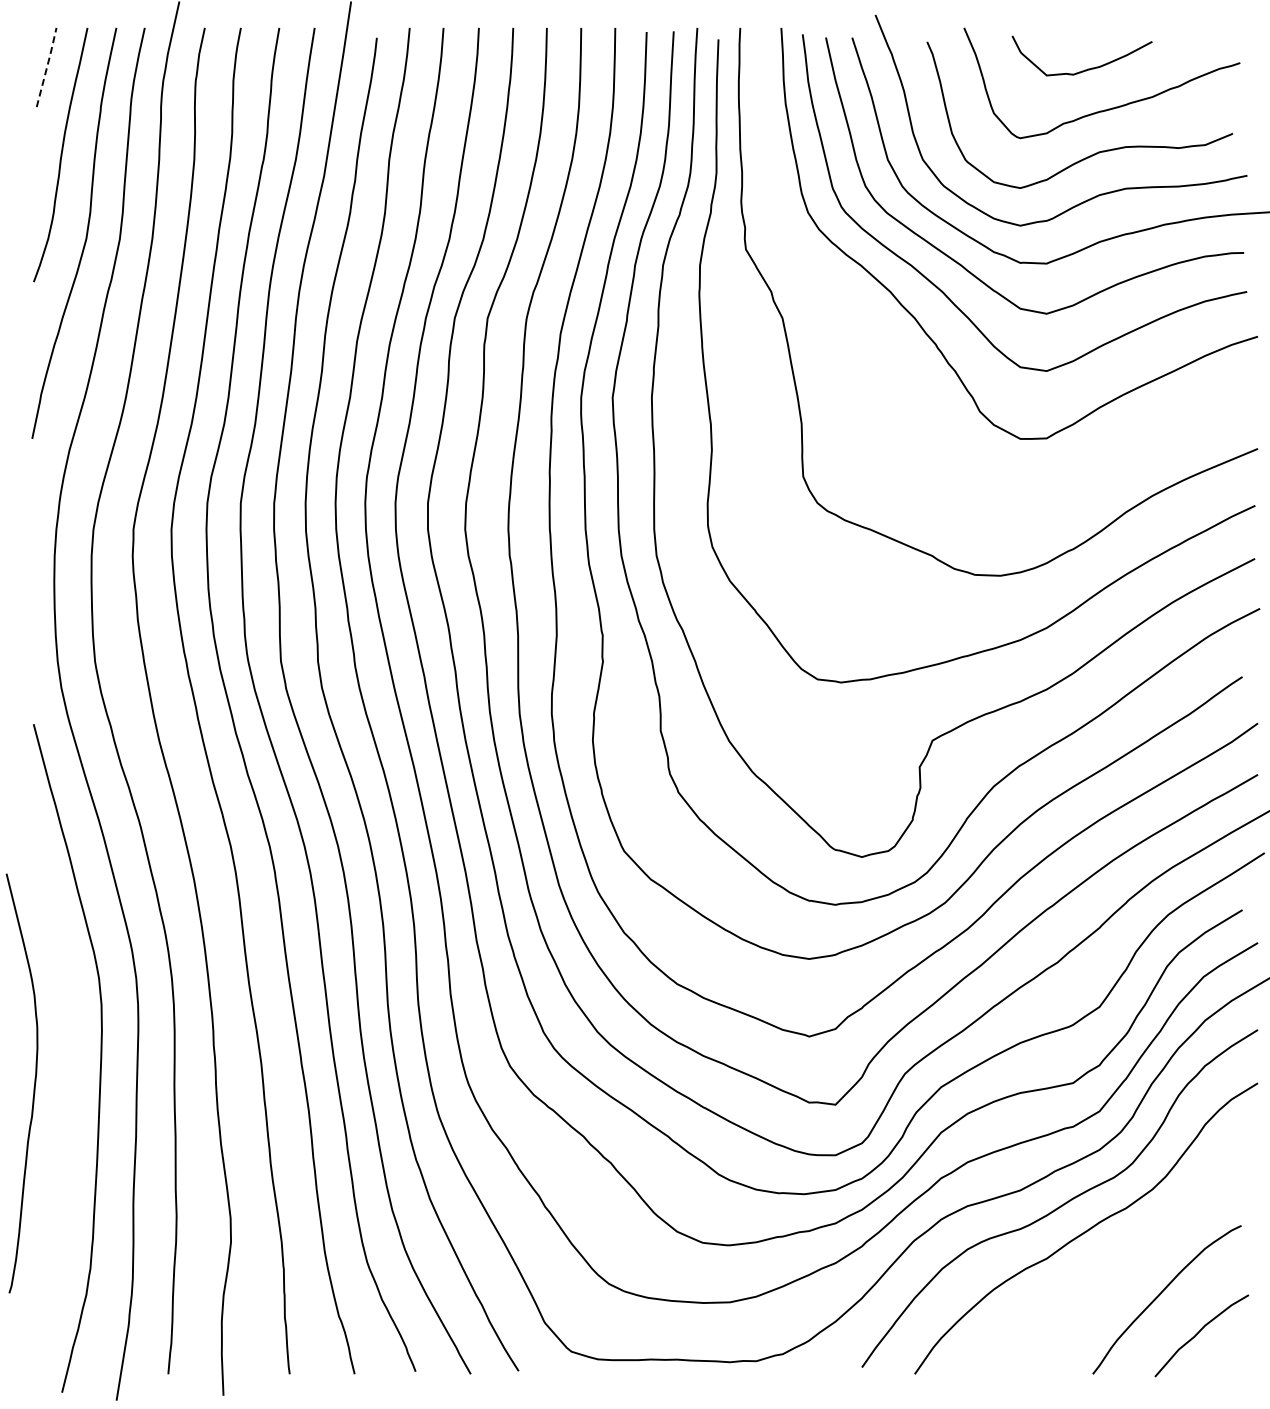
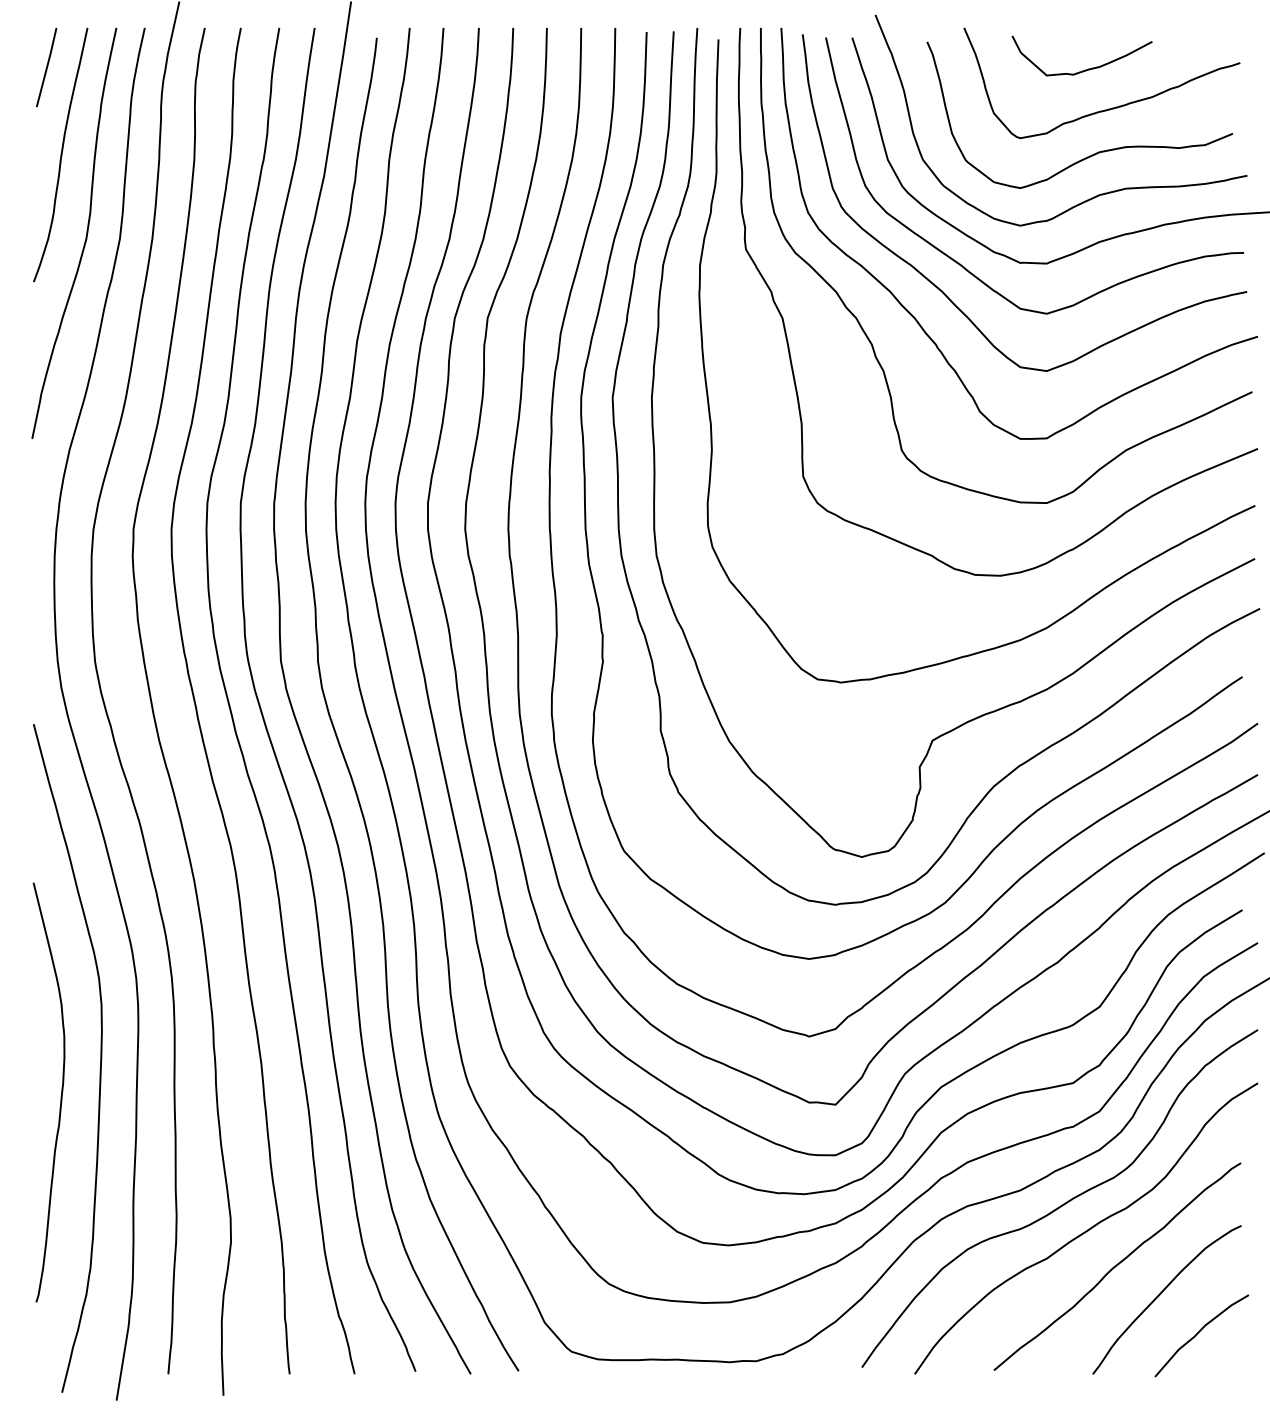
line at (47, 66): dashed -> solid
curve at (871, 341): none -> present
curve at (33, 1087) position: (33, 1087) -> (60, 1096)
curve at (1117, 1265): none -> present
